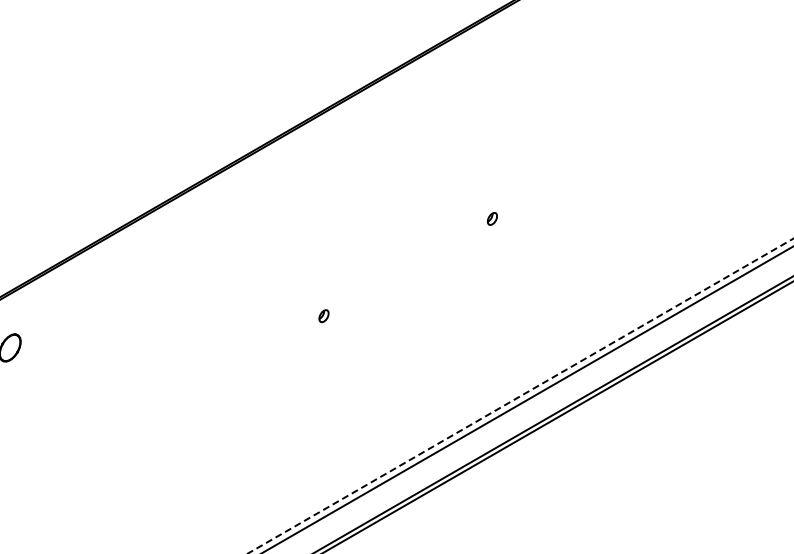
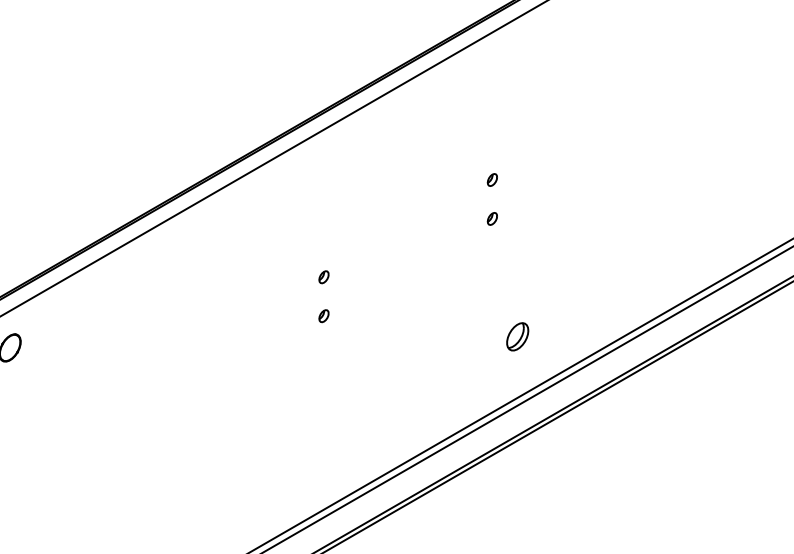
line at (273, 158): none -> present
part at (491, 179): none -> present
part at (323, 277): none -> present
part at (517, 336): none -> present
line at (520, 396): dashed -> solid
